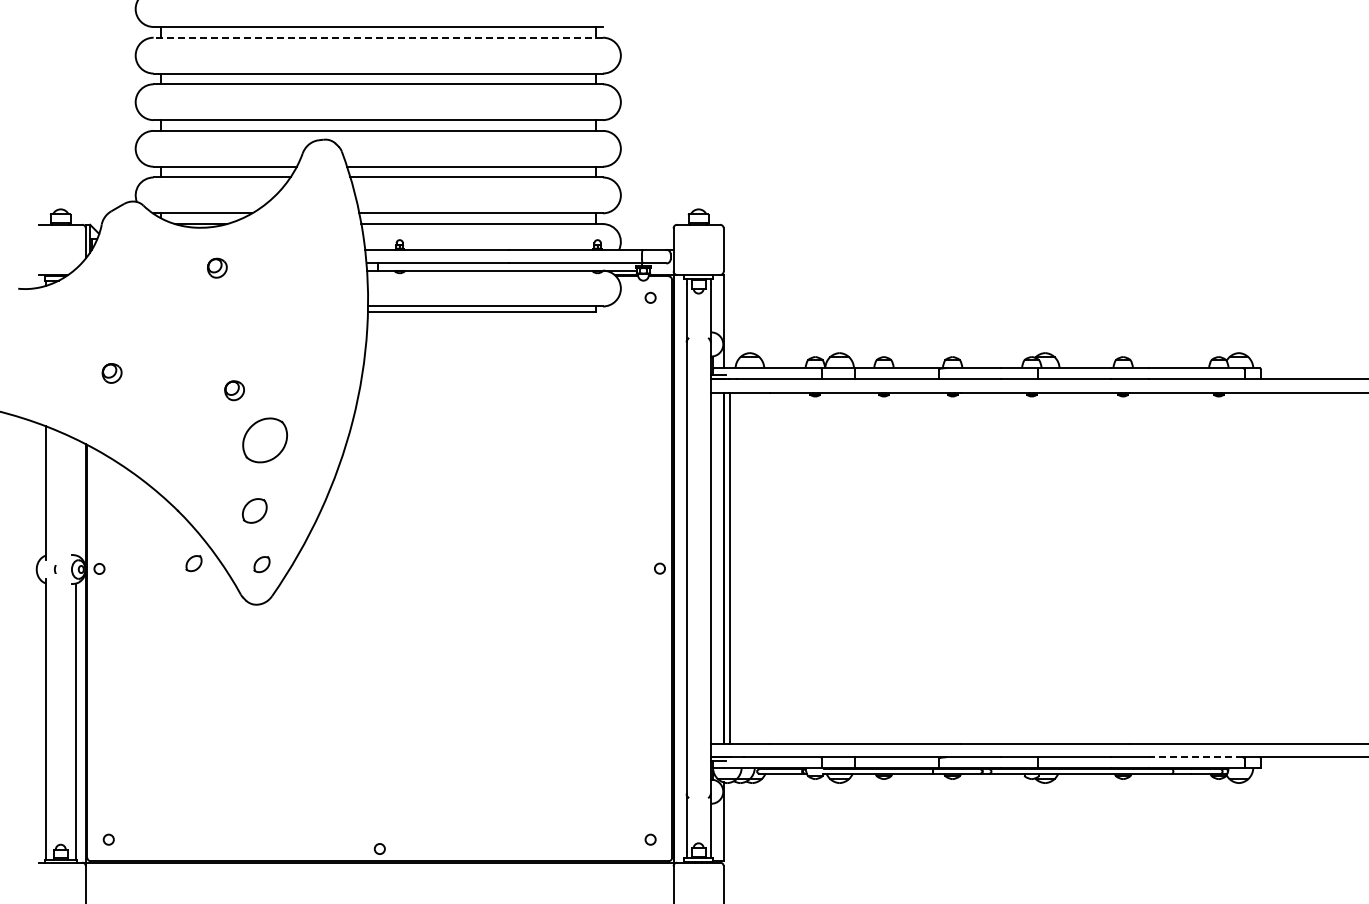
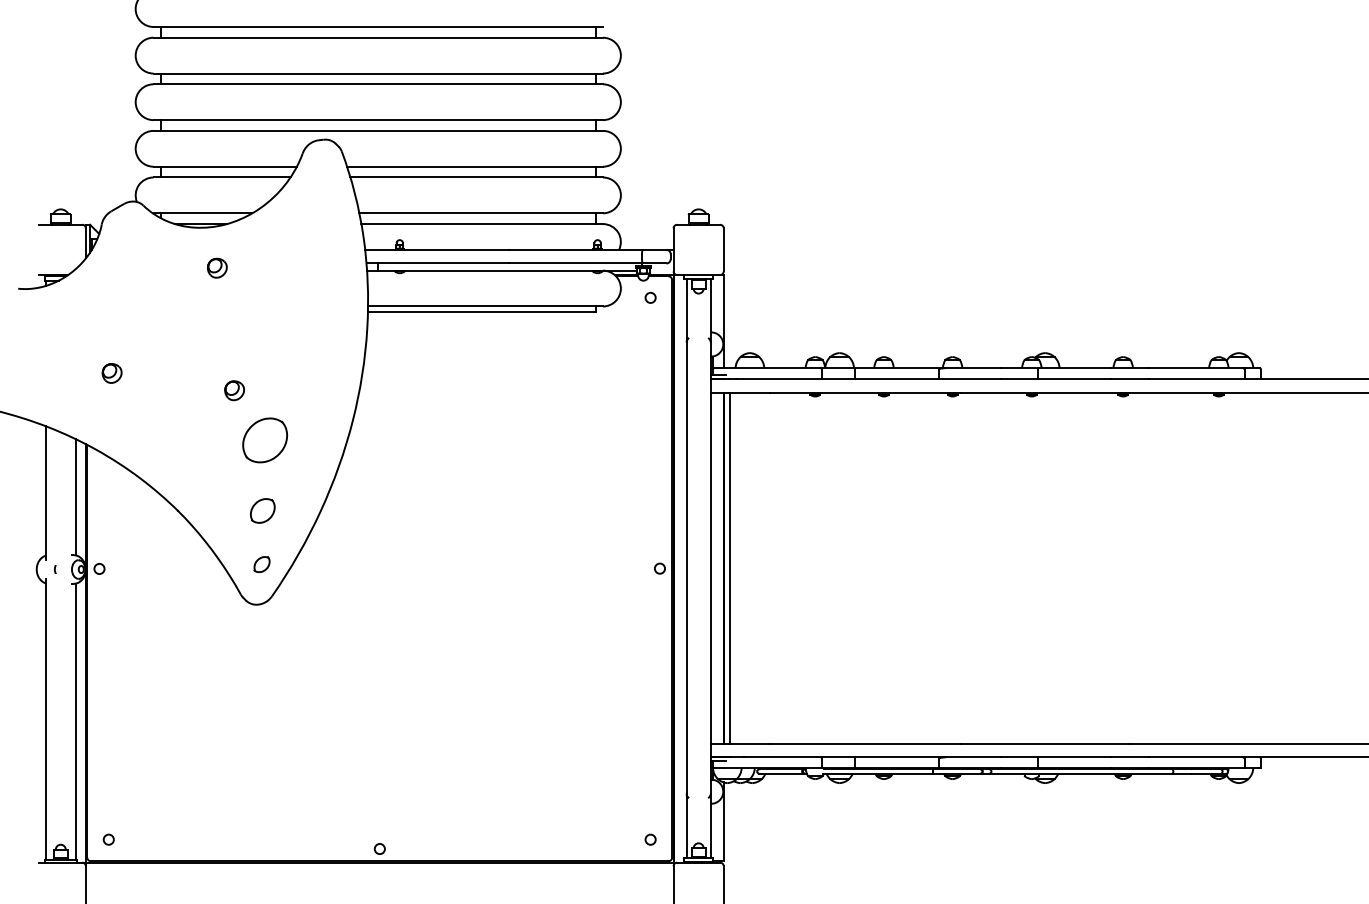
line at (378, 37): dashed -> solid
line at (75, 497): none -> present
part at (254, 510) position: (254, 510) -> (262, 510)
part at (193, 563): present -> none
line at (1195, 757): dashed -> solid
